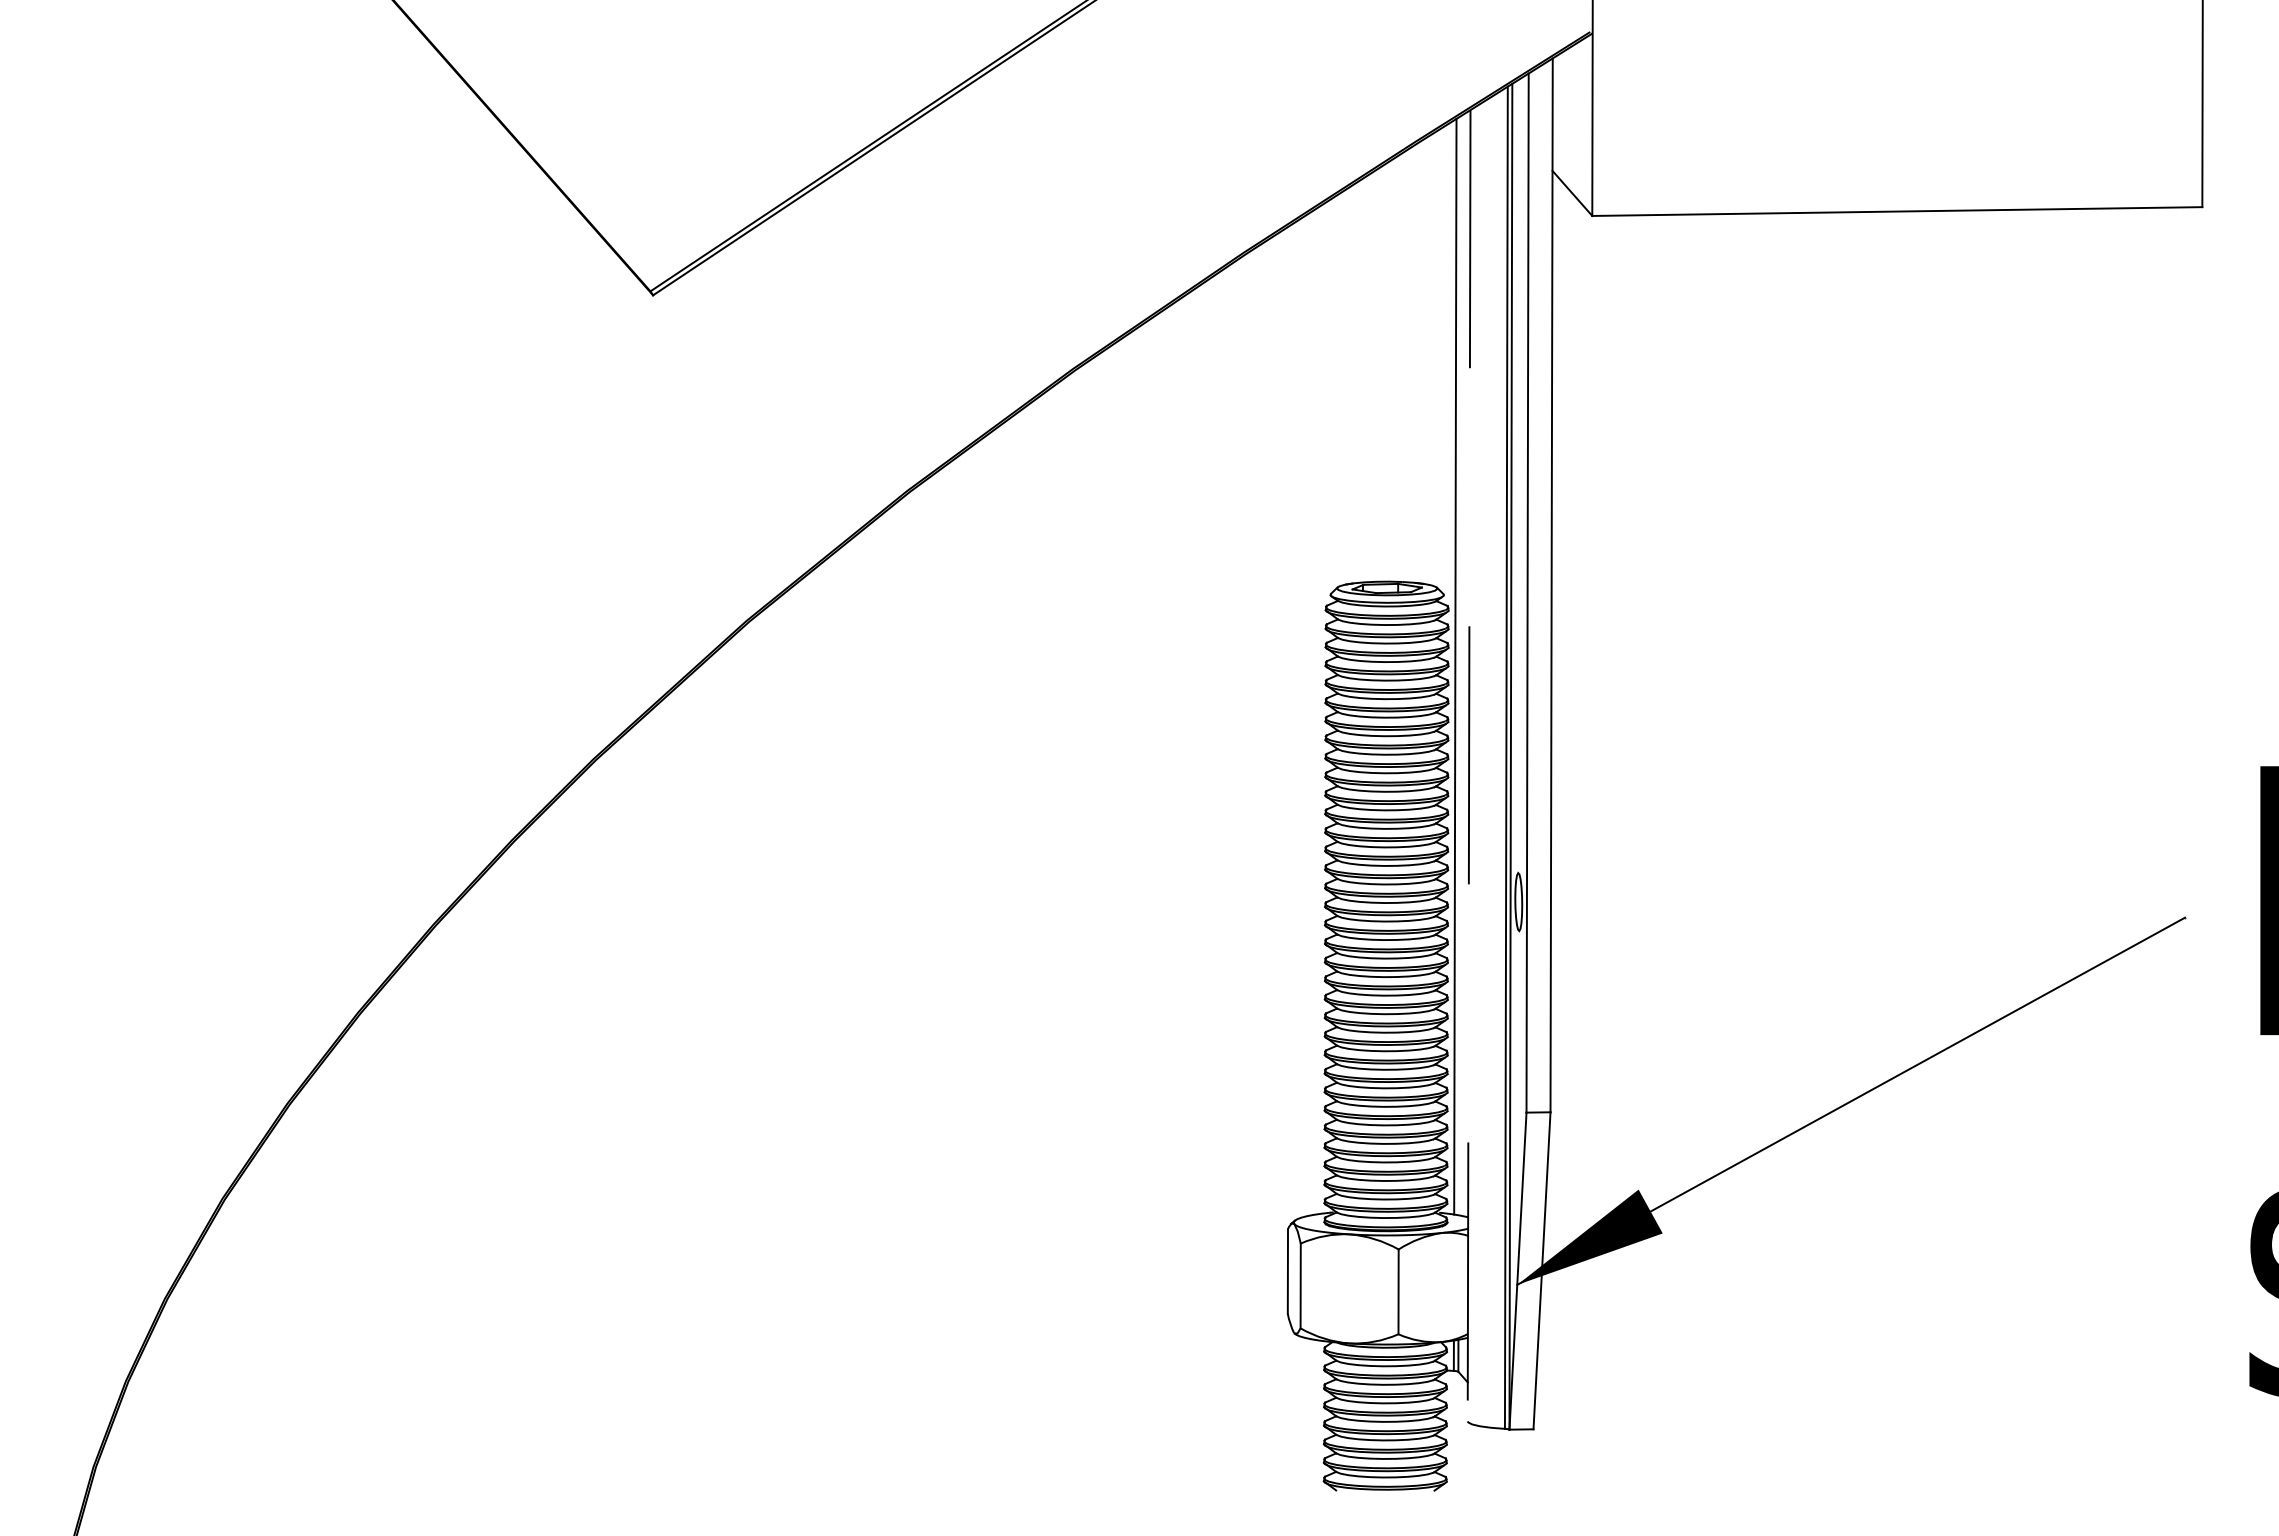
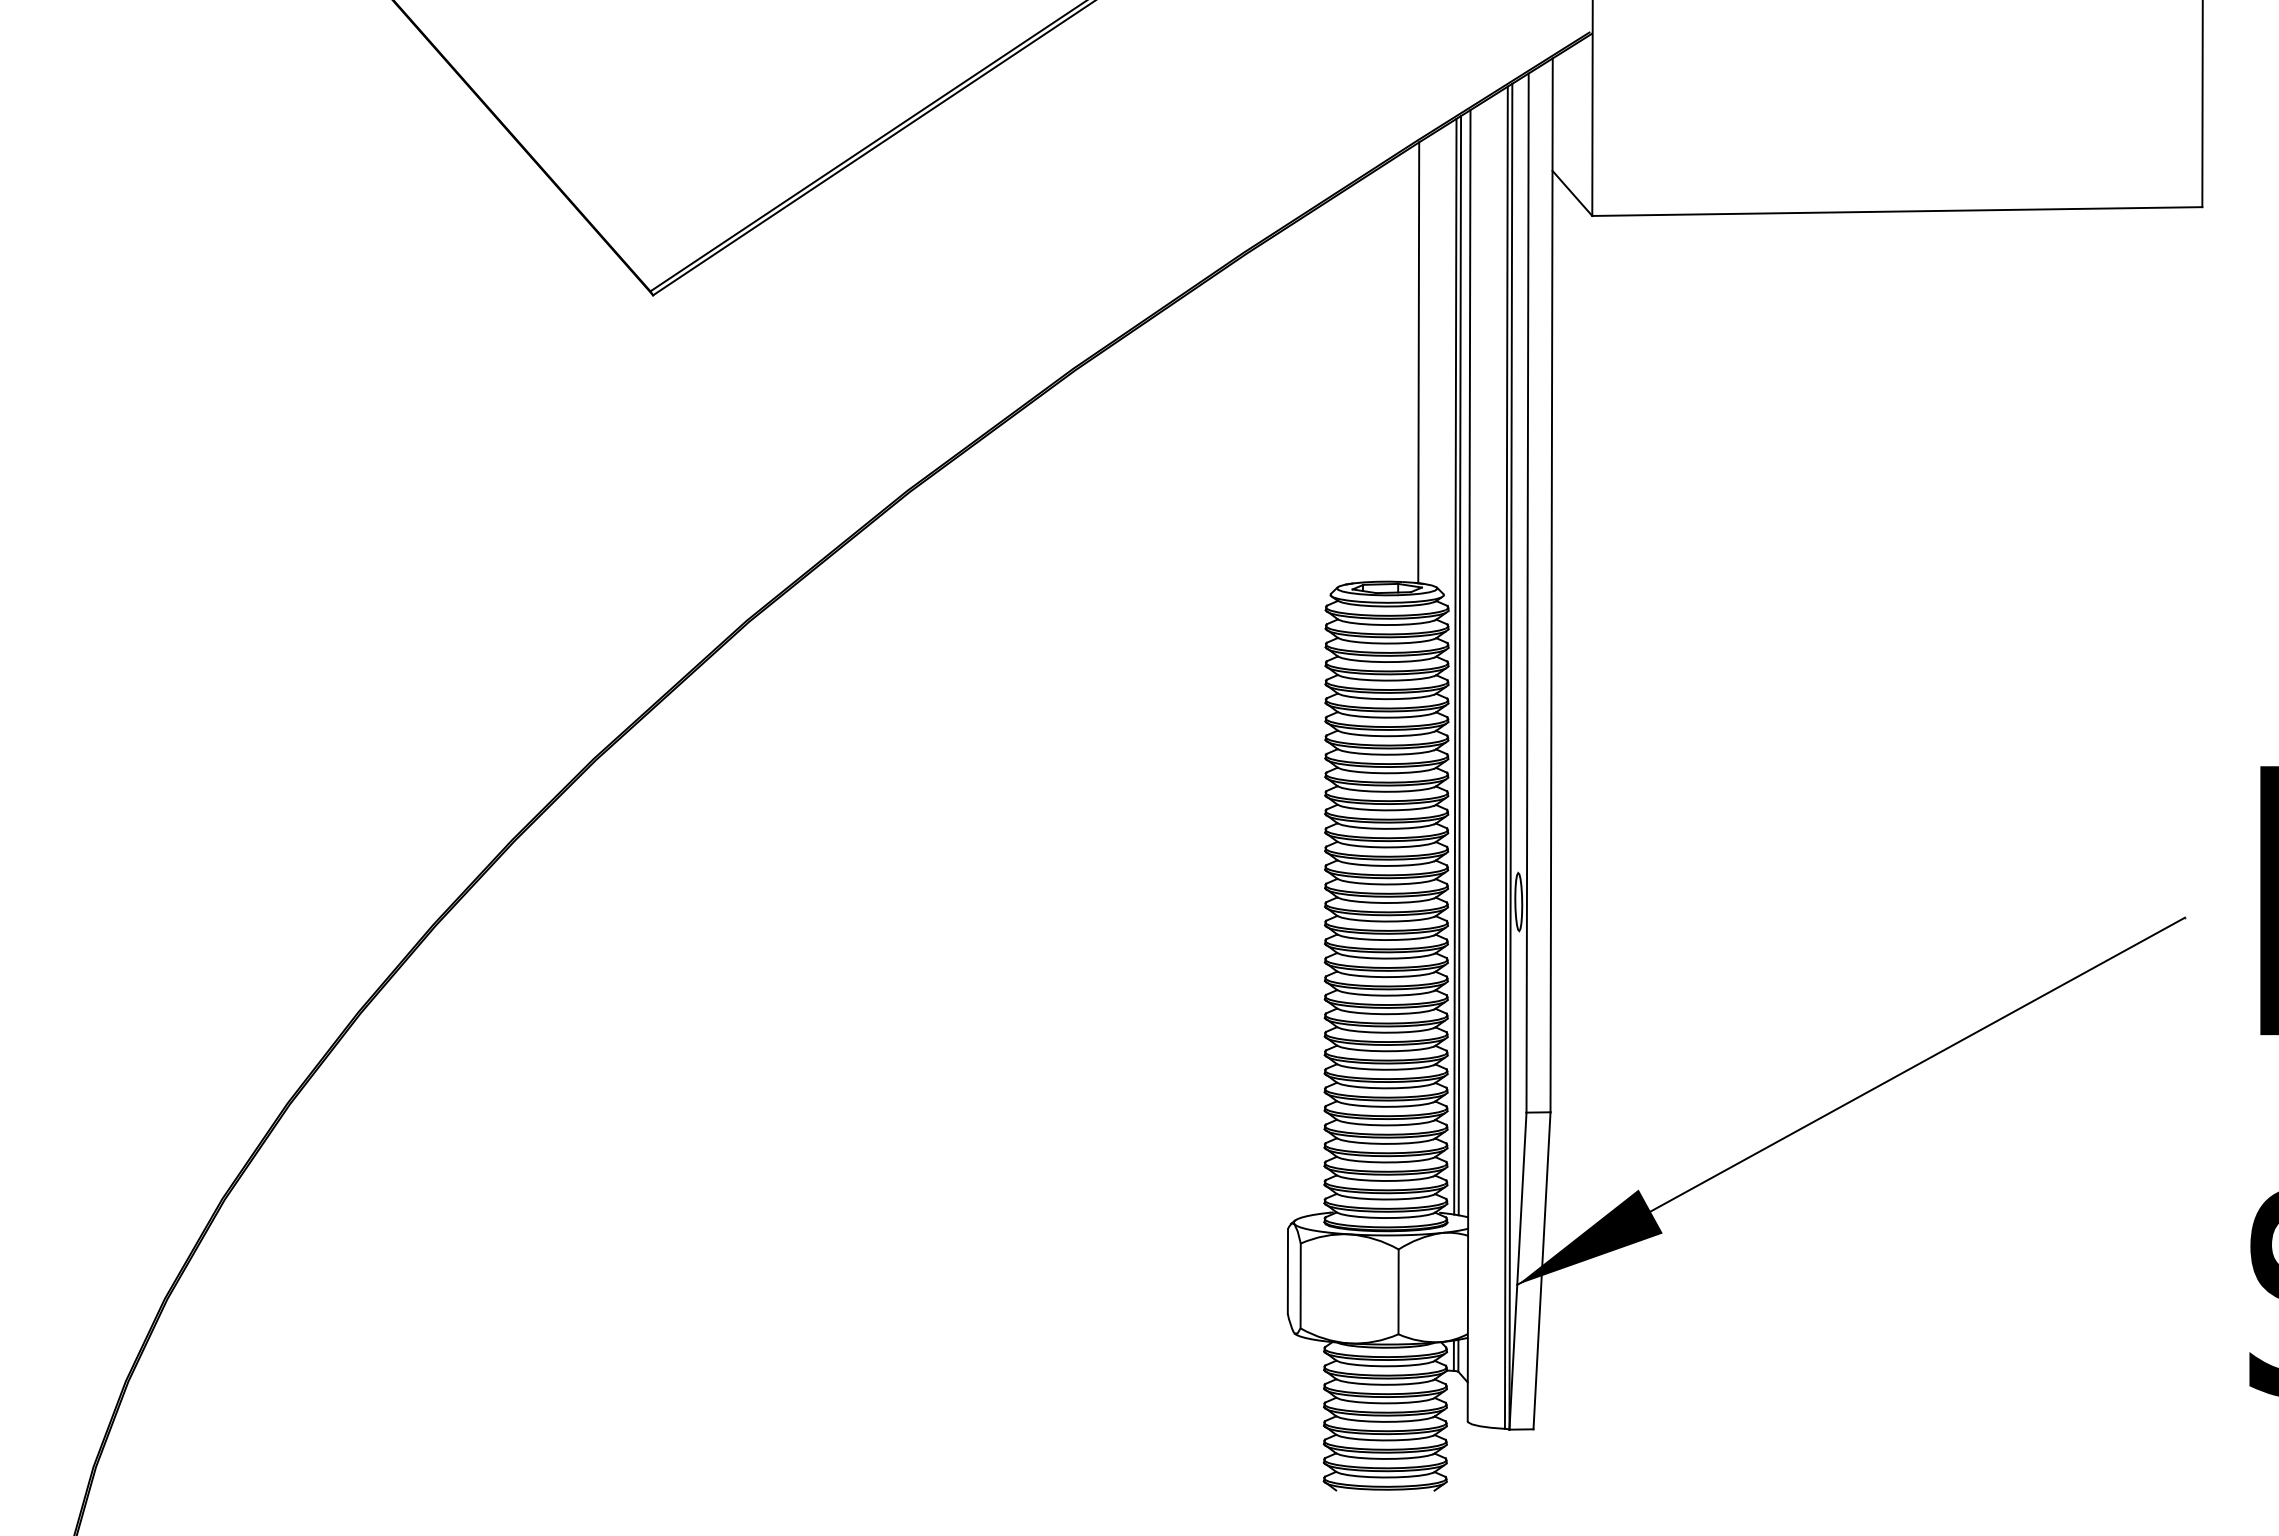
line at (1418, 362): none -> present
line at (1459, 665): none -> present
line at (1469, 765): dashed -> solid
